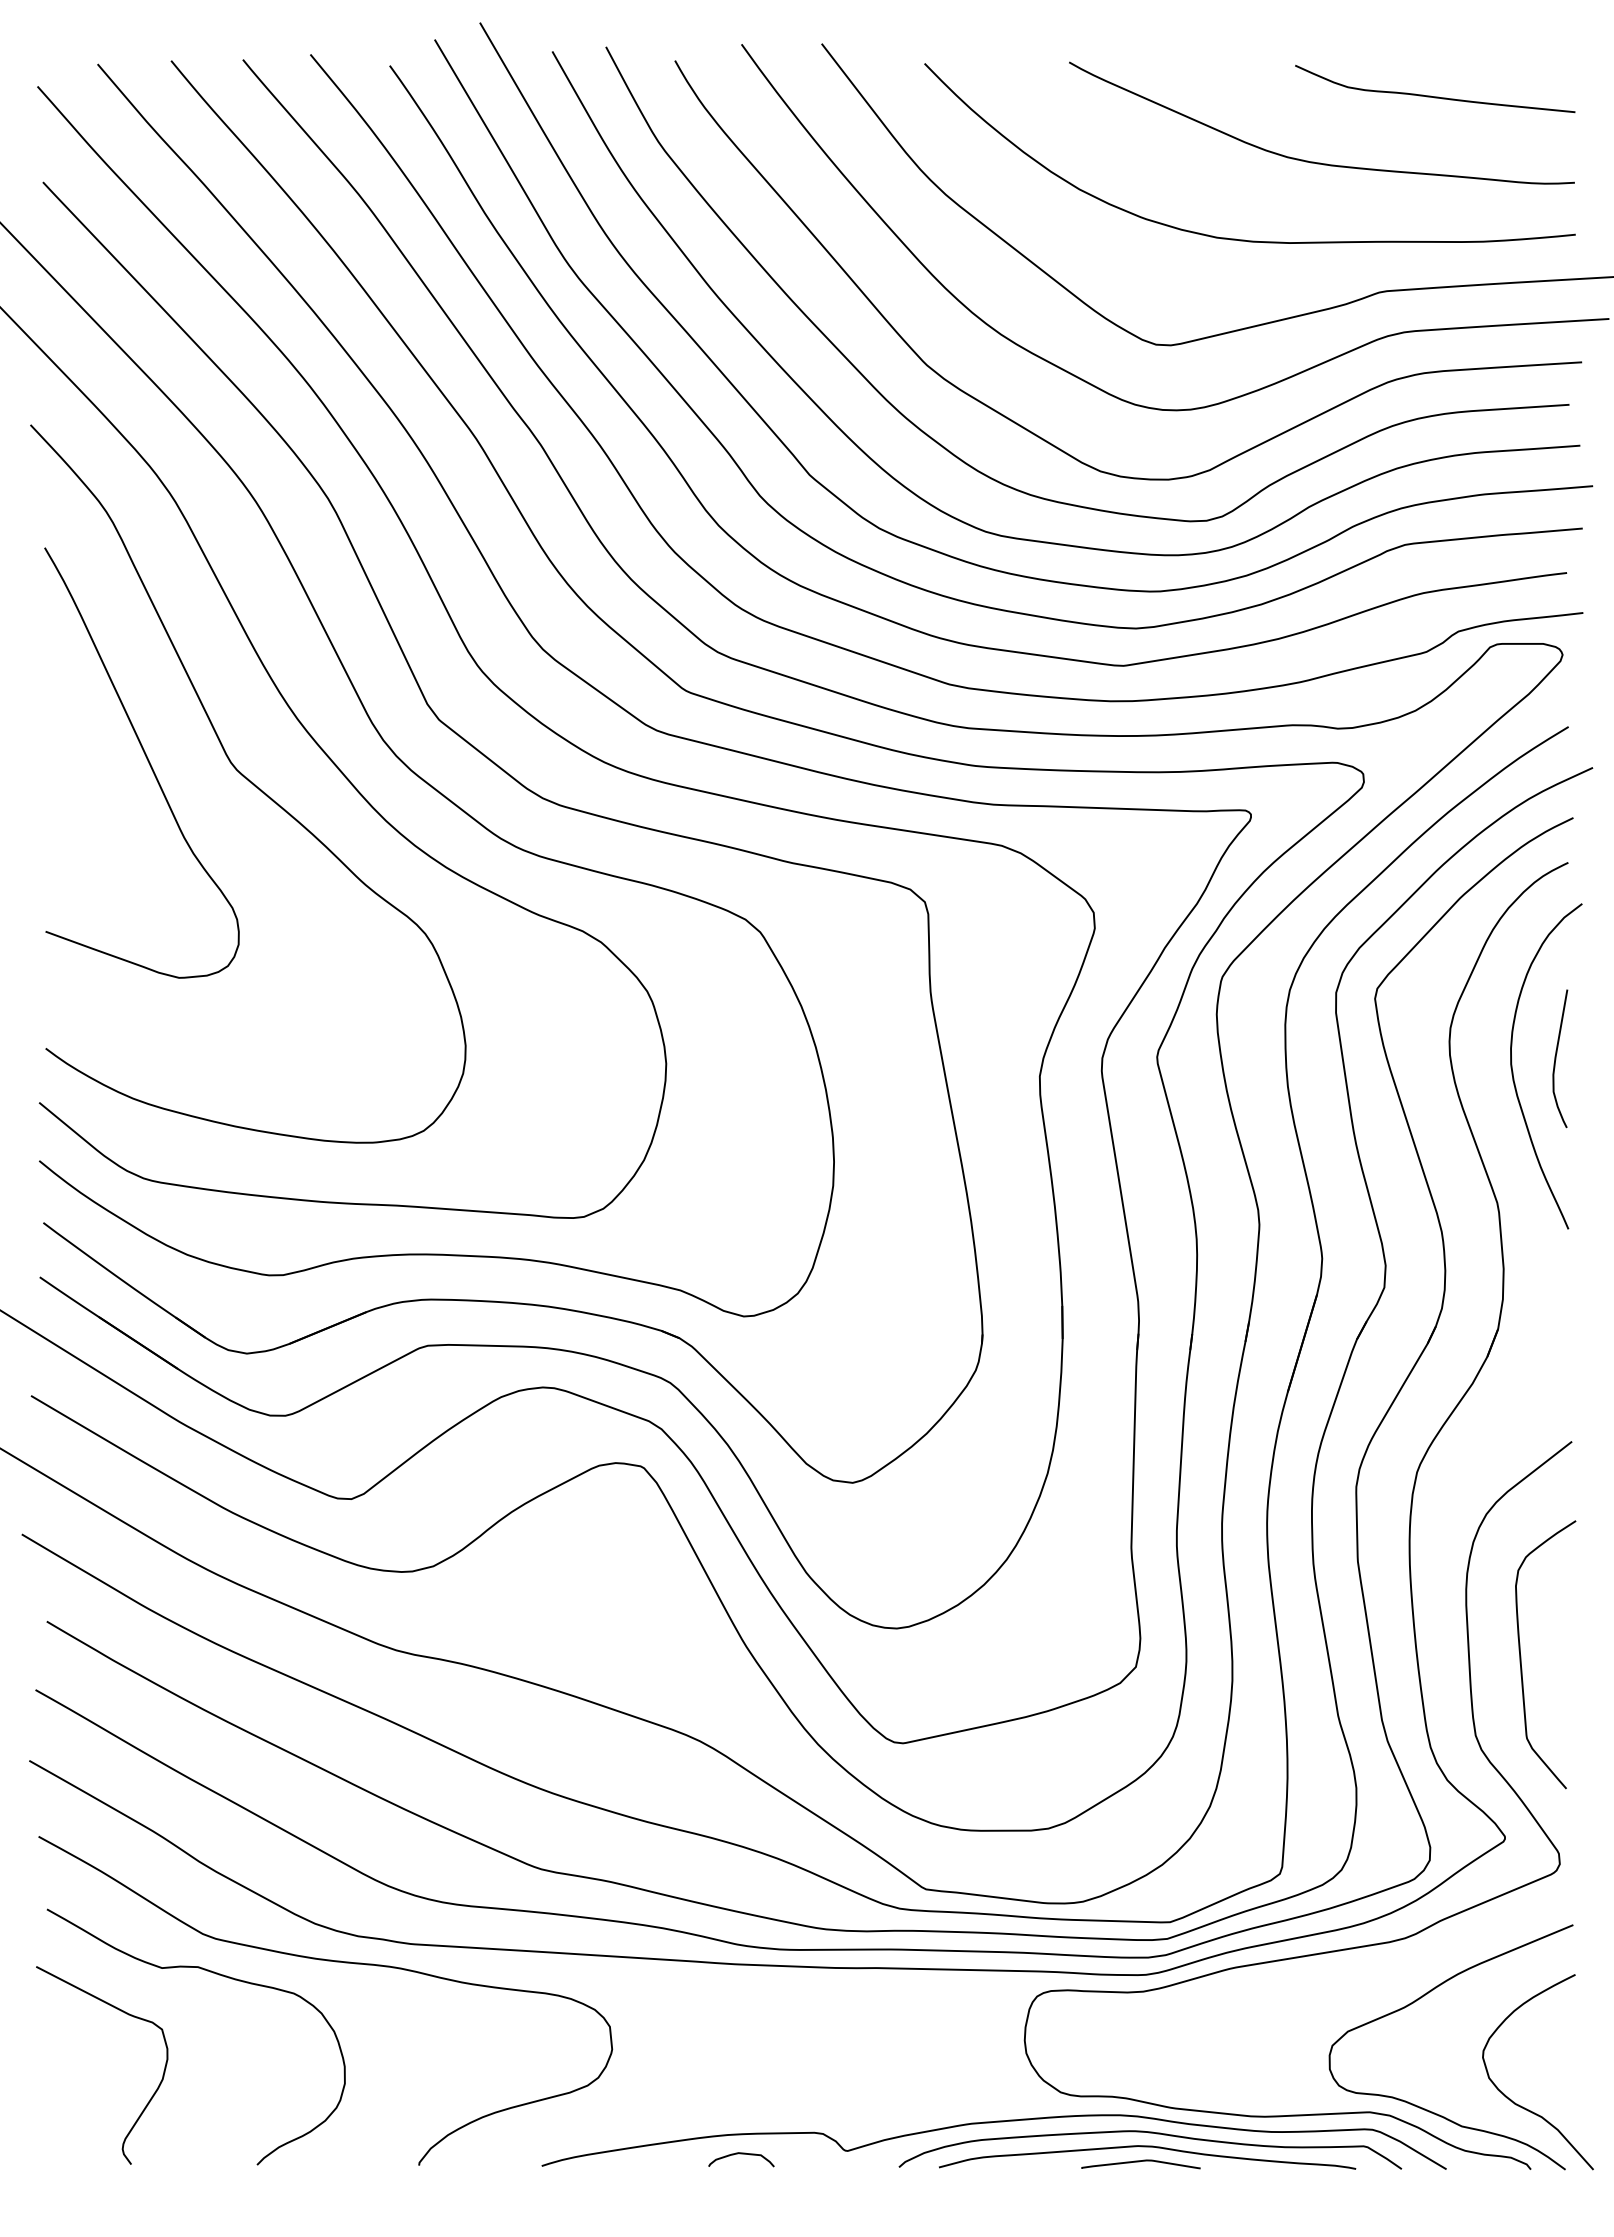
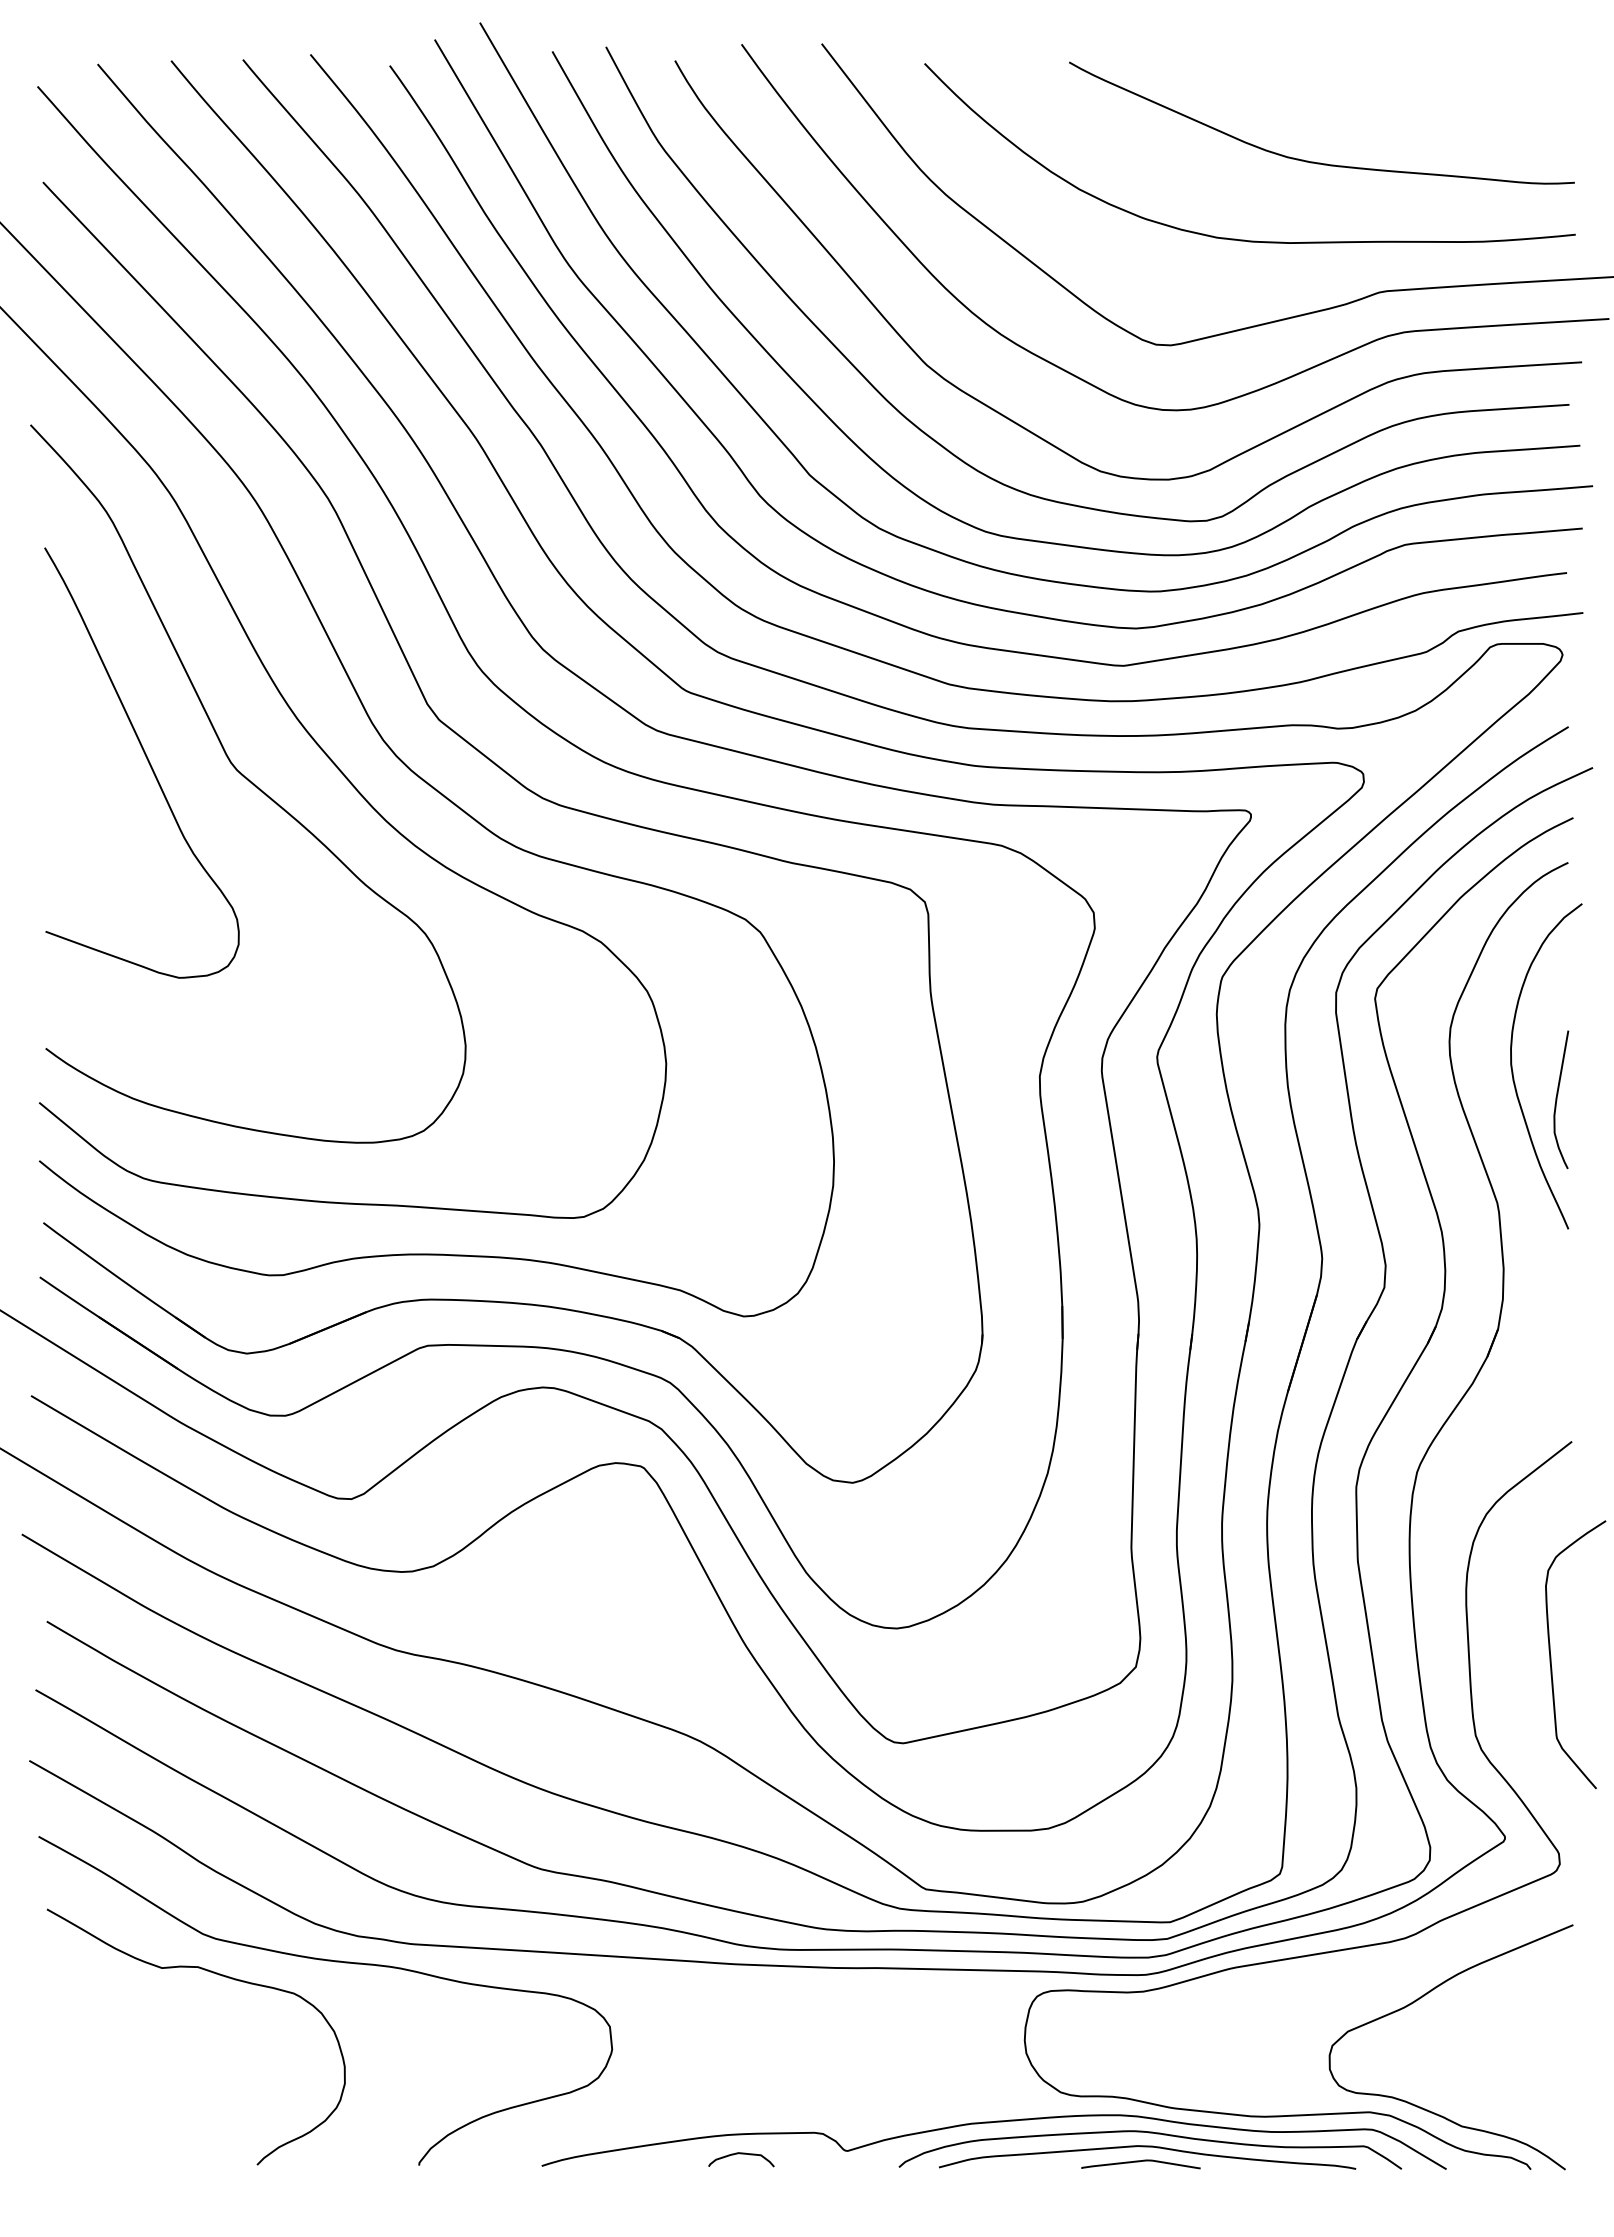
curve at (1435, 96): present -> none
curve at (1556, 1058) position: (1556, 1058) -> (1557, 1099)
curve at (1521, 1655) position: (1521, 1655) -> (1551, 1655)
curve at (128, 2015): present -> none
curve at (1520, 2105): present -> none
